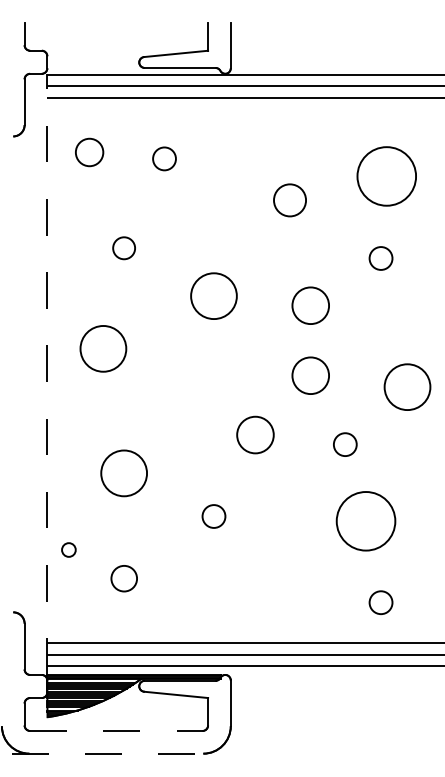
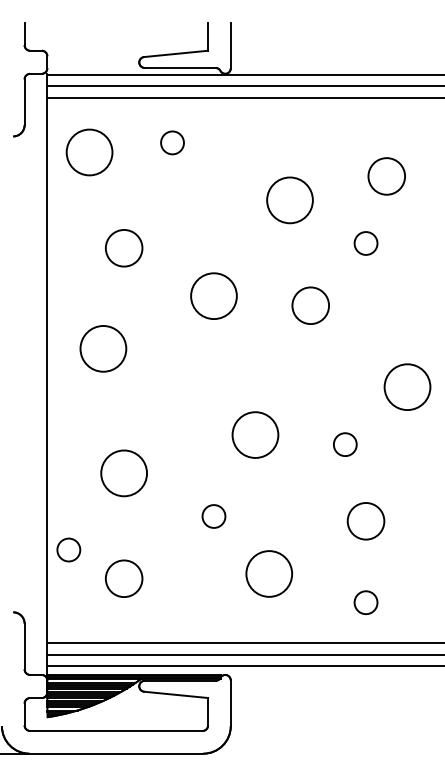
circle at (89, 152) diameter: 27 px -> 46 px
circle at (164, 158) position: (164, 158) -> (172, 142)
circle at (386, 176) diameter: 59 px -> 37 px
circle at (290, 200) diameter: 32 px -> 46 px
circle at (124, 248) diameter: 22 px -> 37 px
circle at (380, 258) position: (380, 258) -> (365, 243)
line at (47, 374): dashed -> solid
circle at (310, 375): present -> none
circle at (255, 434) size: 39x40 px -> 49x48 px
circle at (365, 521) diameter: 59 px -> 37 px
circle at (68, 549) size: 16x16 px -> 26x26 px
circle at (269, 573): none -> present
circle at (123, 578) size: 28x28 px -> 39x39 px
circle at (380, 602) position: (380, 602) -> (365, 602)
line at (116, 730): dashed -> solid
line at (102, 753): dashed -> solid
